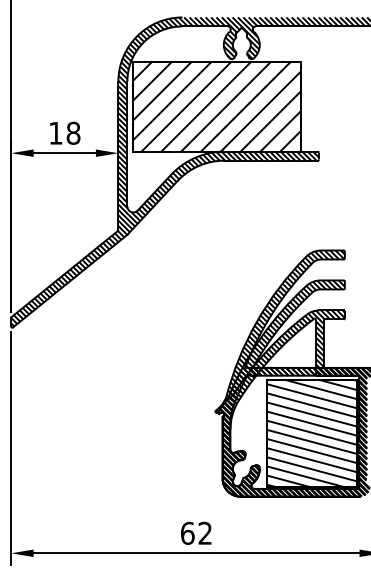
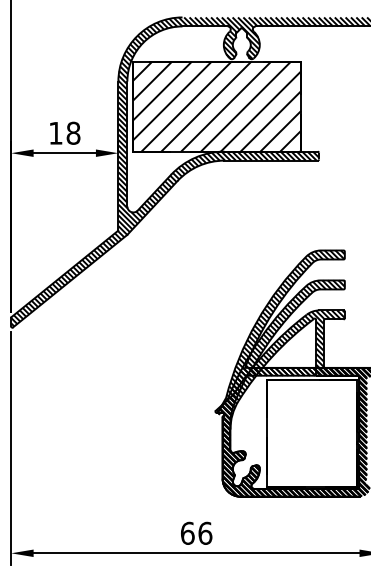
hatch at (312, 433): present -> none
text at (205, 532): 62 -> 66
